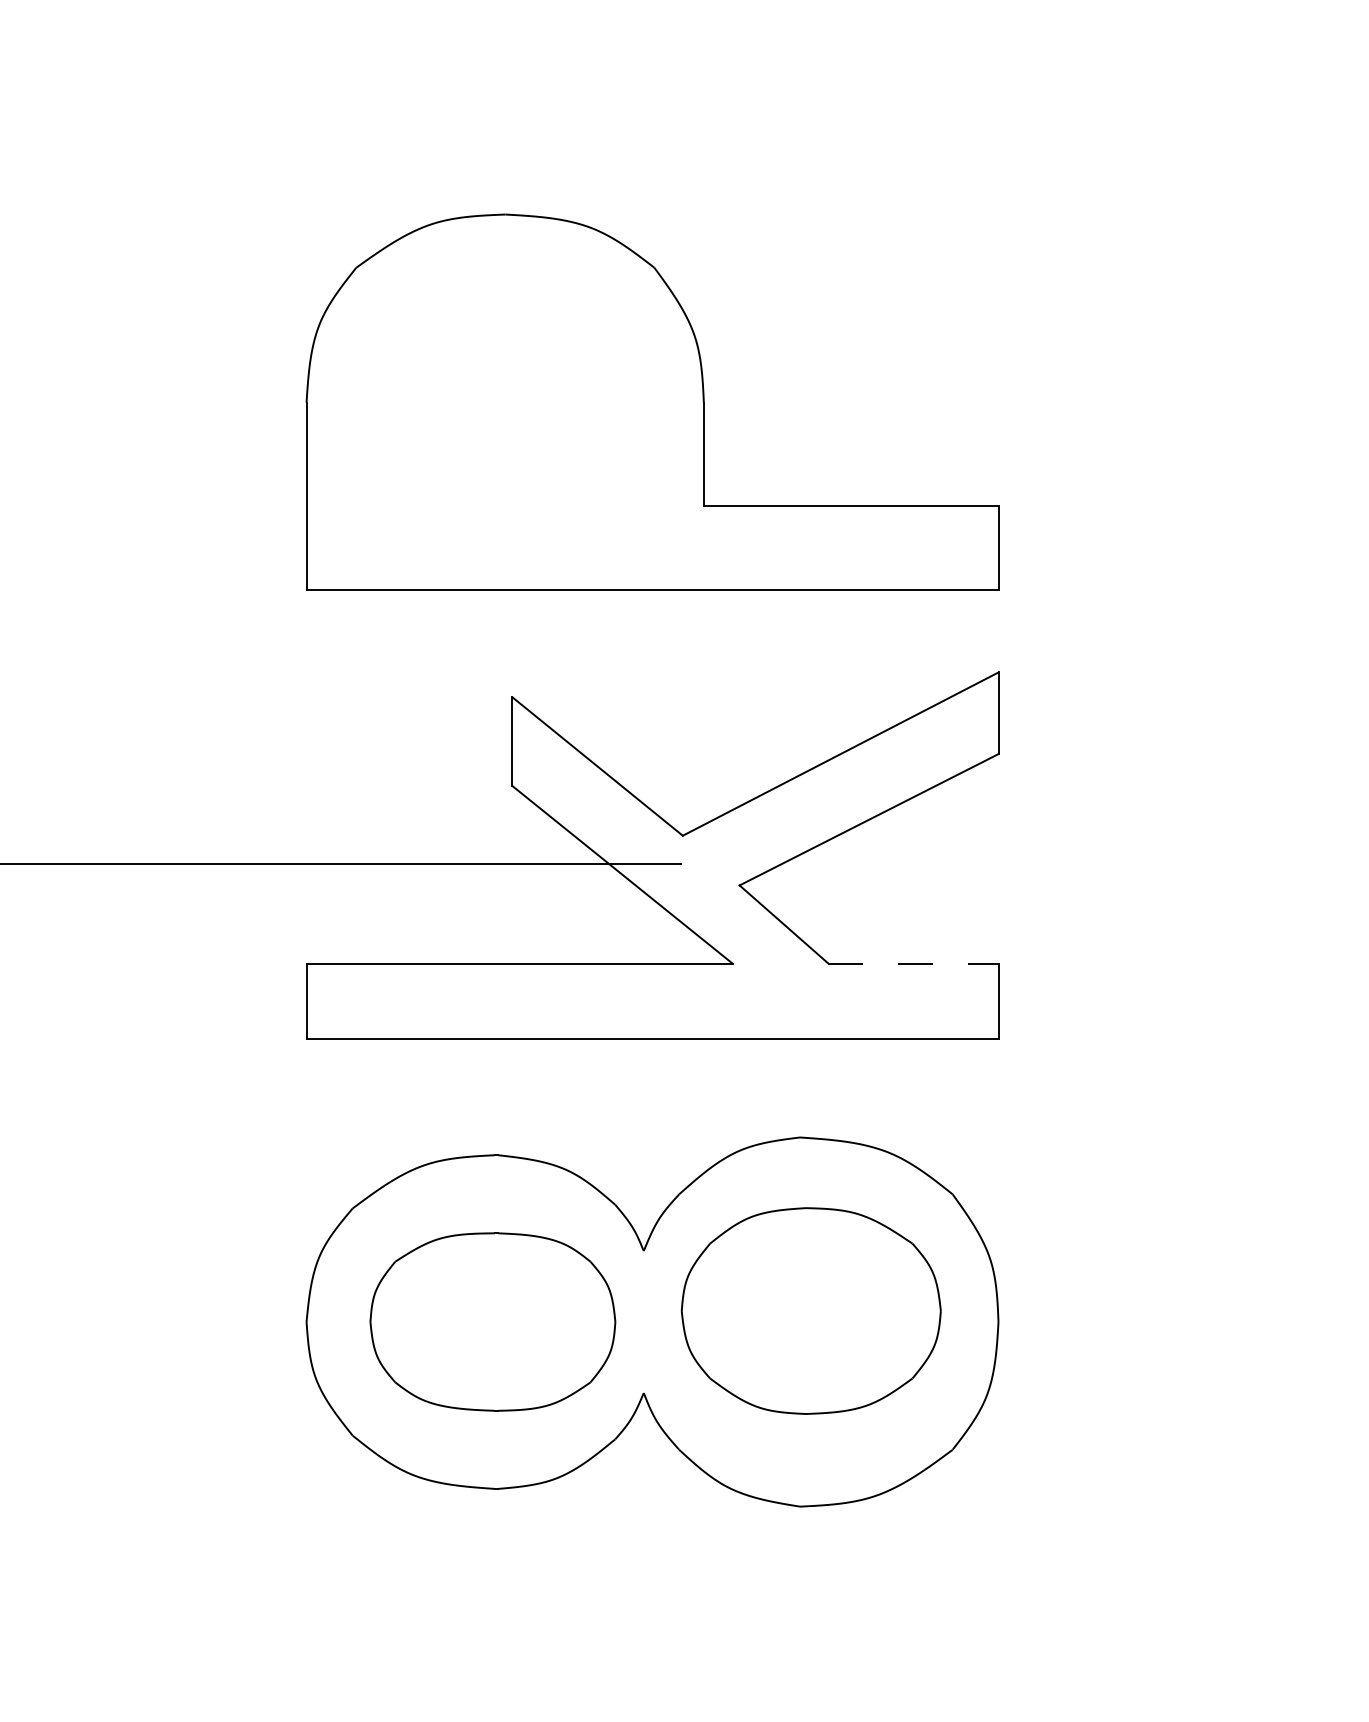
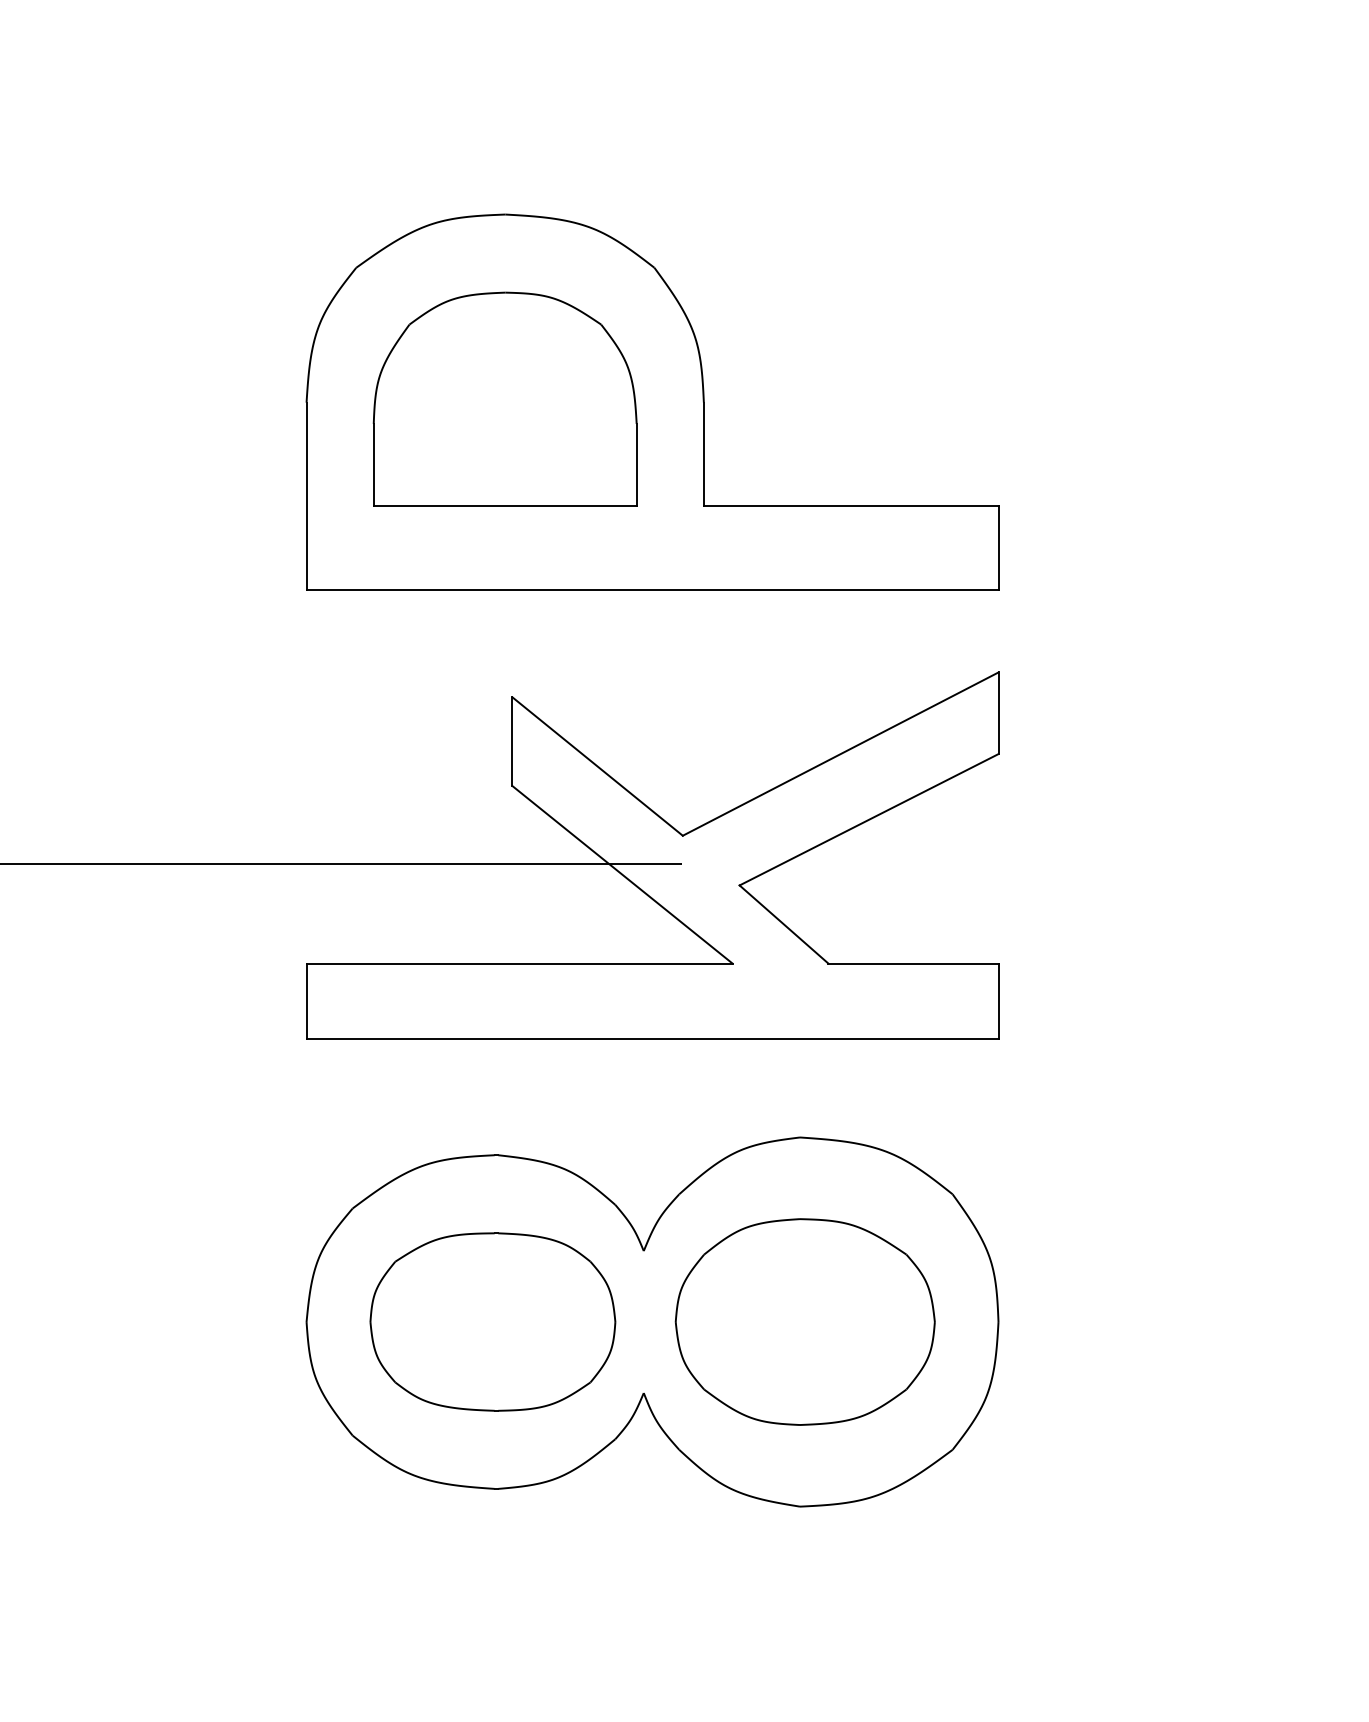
part at (504, 398): none -> present
line at (913, 963): dashed -> solid
part at (810, 1310) position: (810, 1310) -> (804, 1321)
